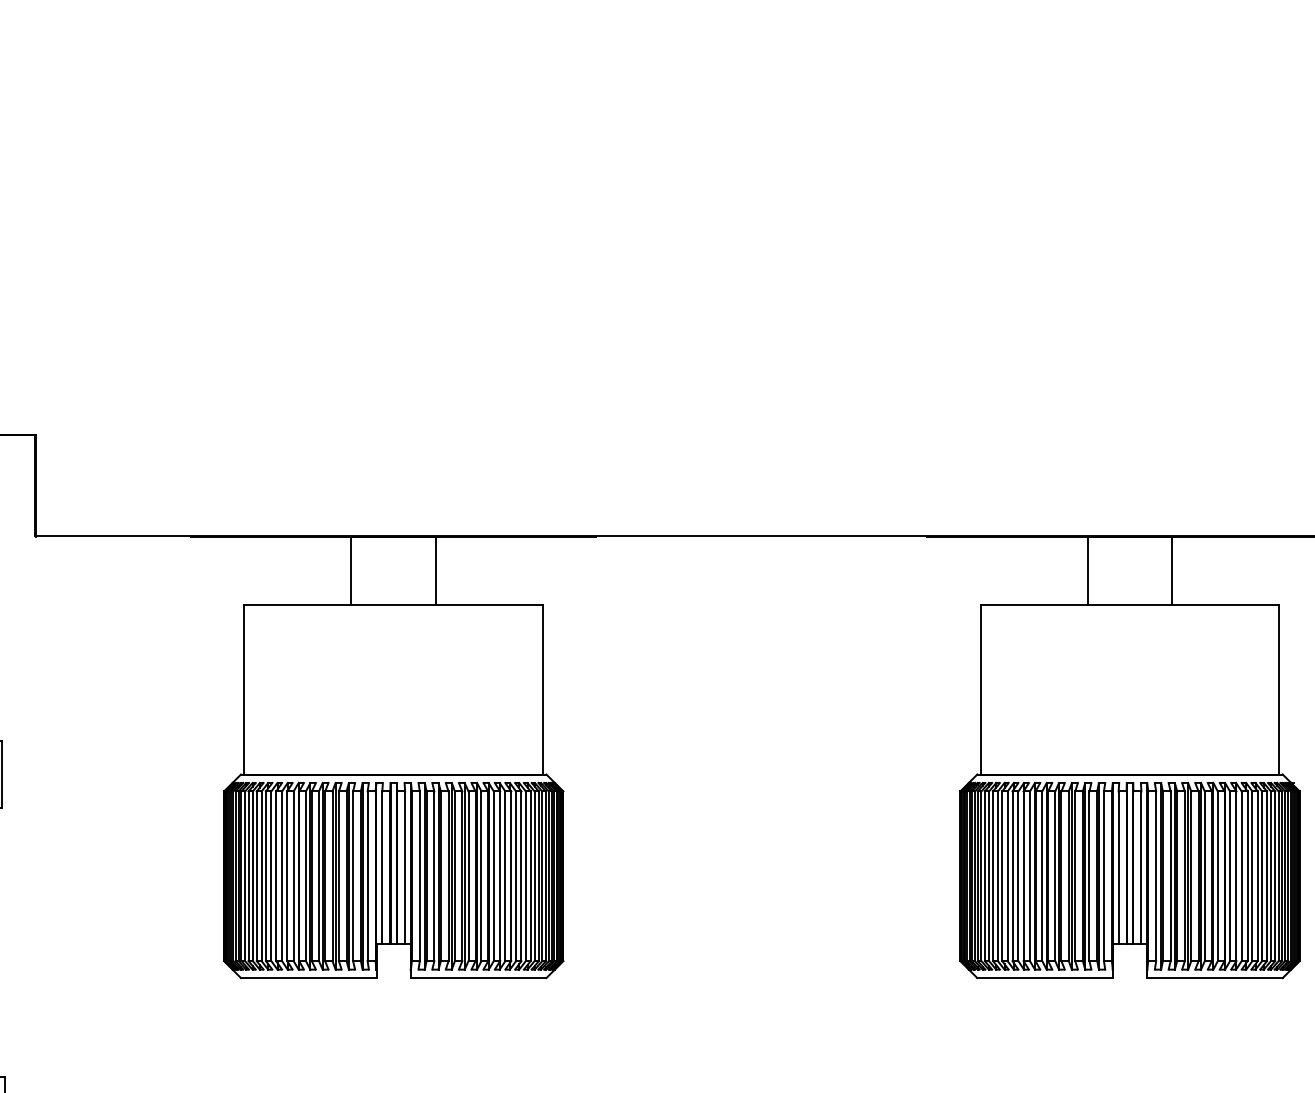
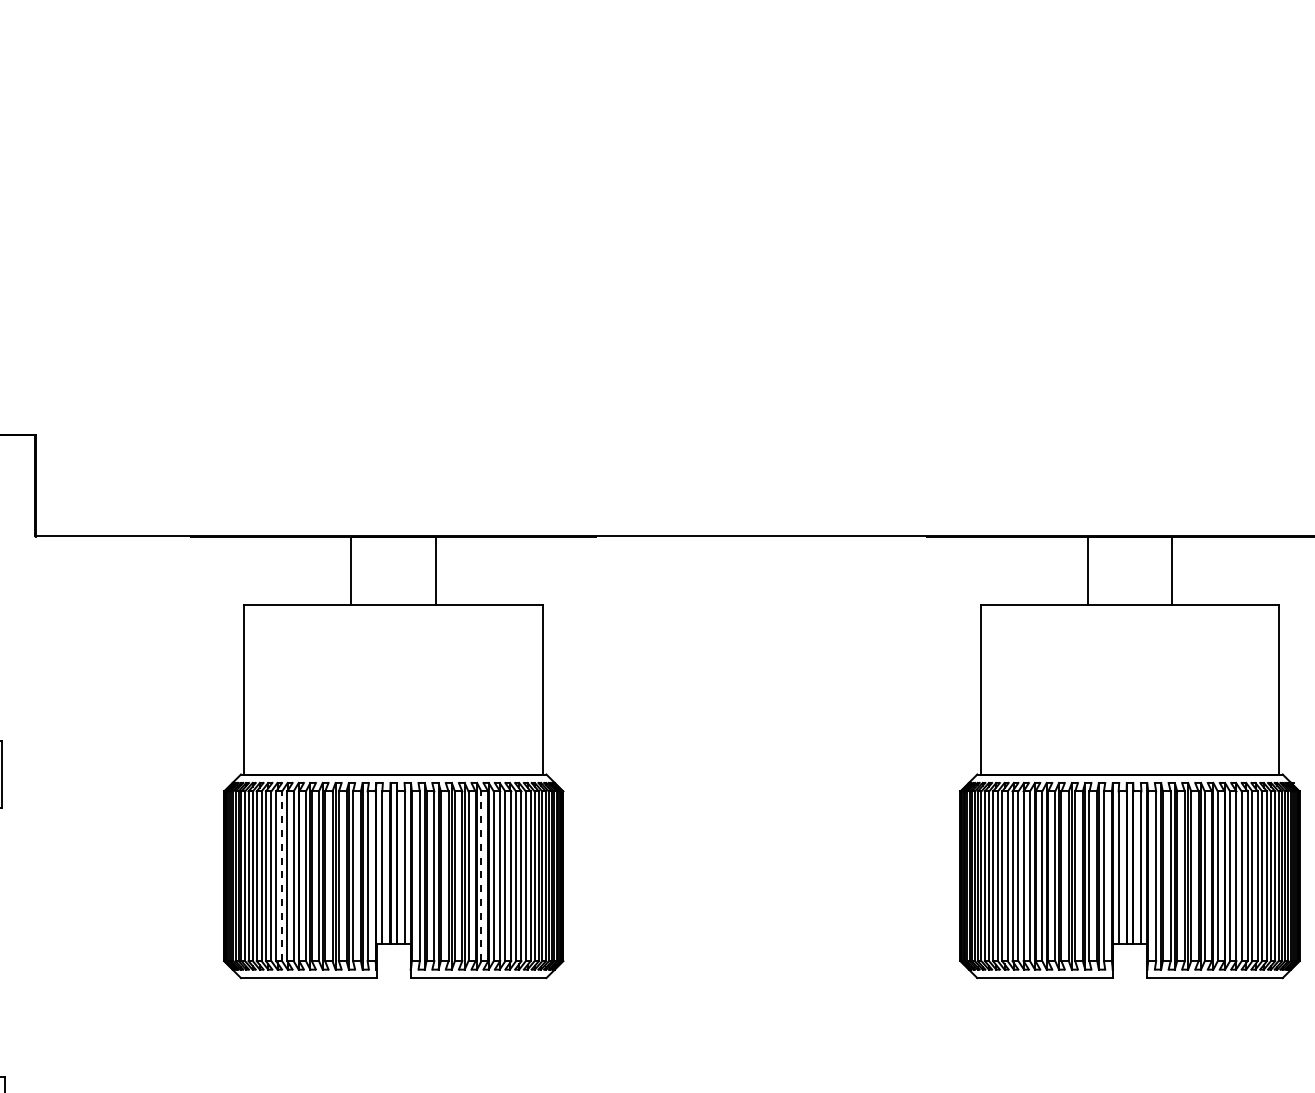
line at (282, 876): solid -> dashed
line at (481, 876): solid -> dashed
